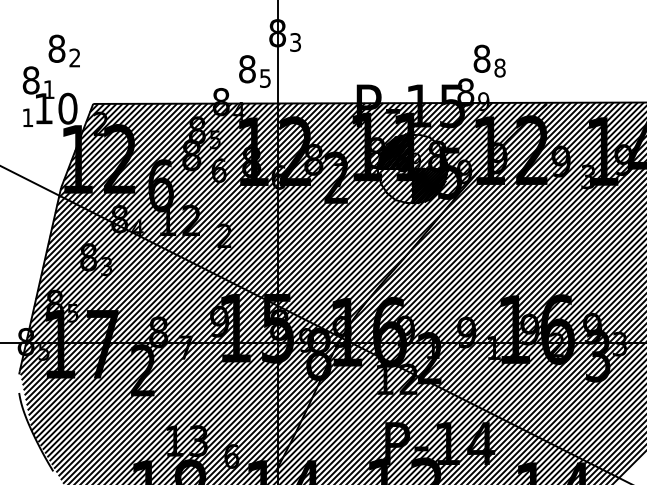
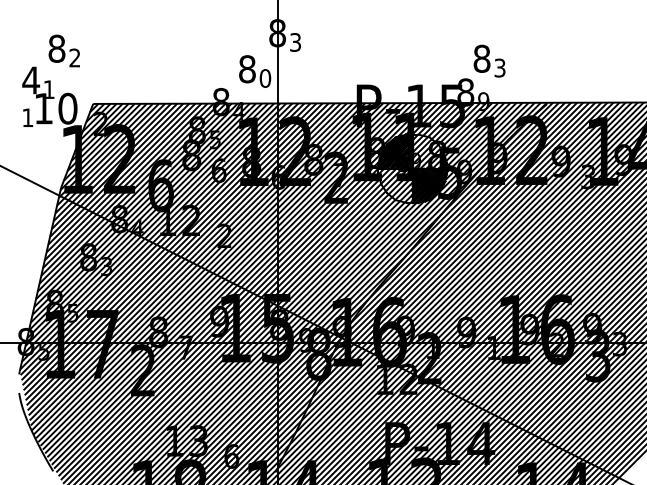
text at (499, 67): 8 -> 3
text at (265, 78): 5 -> 0
text at (31, 80): 8 -> 4
